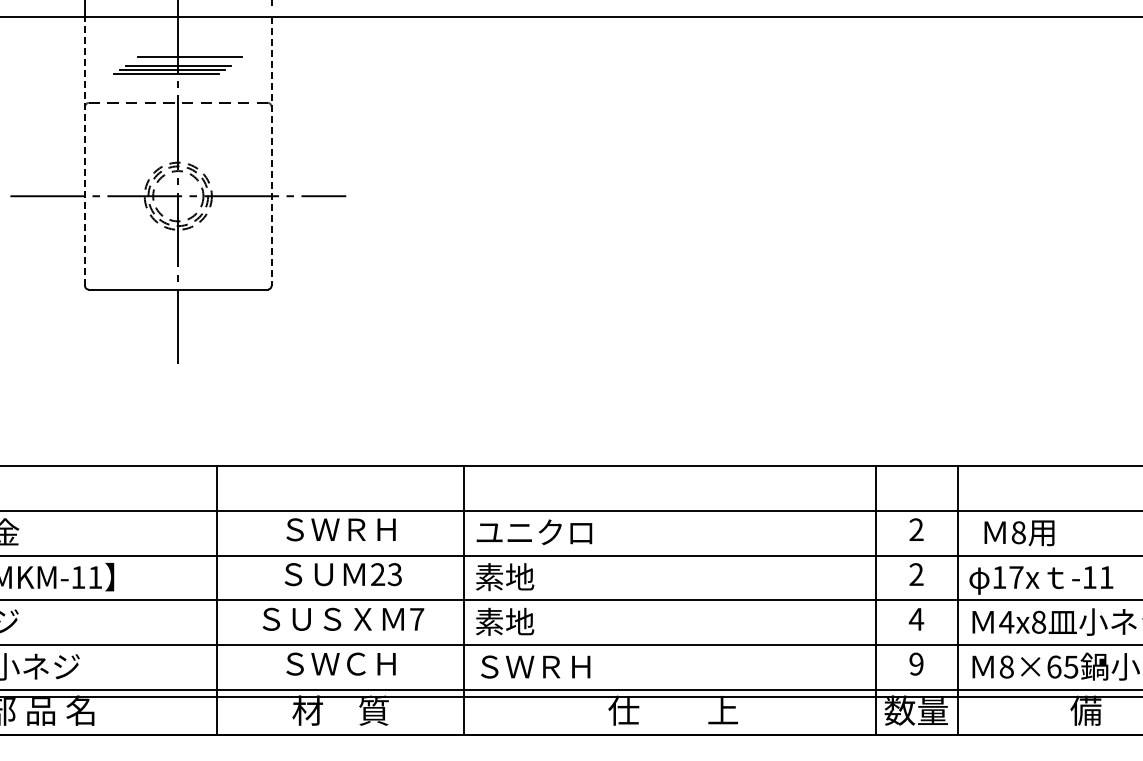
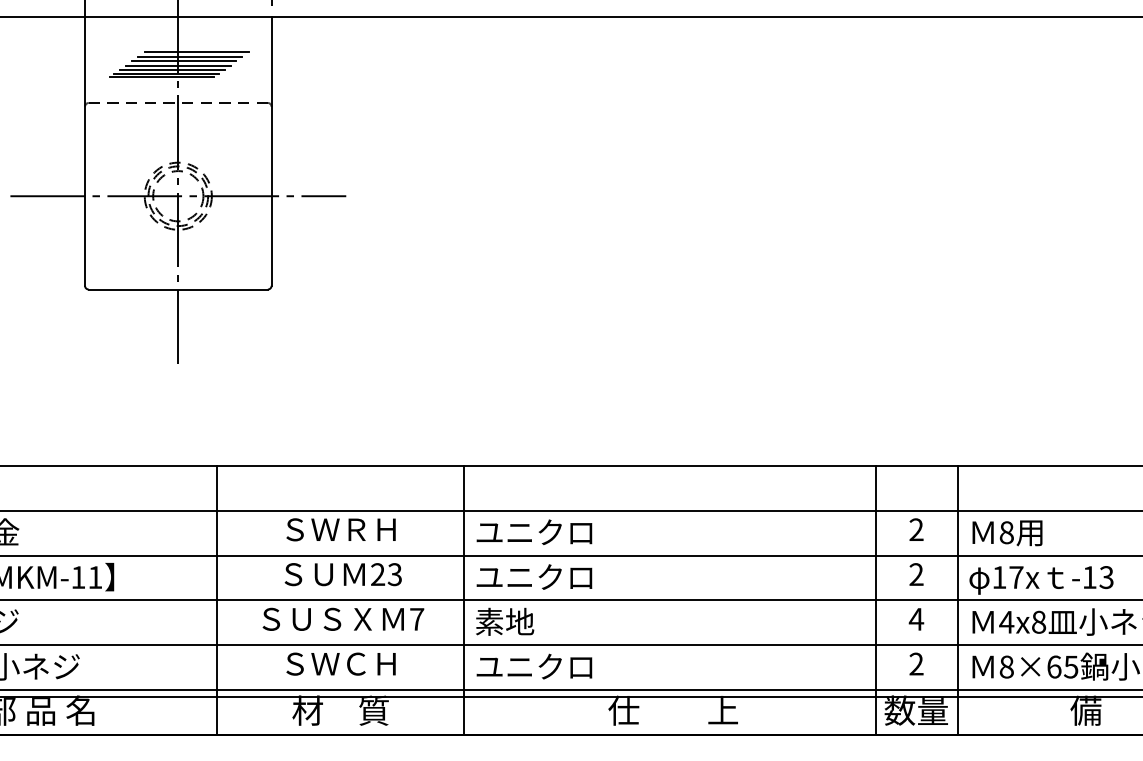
line at (196, 52): none -> present
line at (183, 61): none -> present
line at (161, 77): none -> present
line at (85, 150): dashed -> solid
line at (271, 151): dashed -> solid
text at (1019, 533) position: (1019, 533) -> (1007, 533)
text at (534, 577): 素地 -> ユニクロ
text at (1106, 577): -11 -> -13
text at (916, 664): 9 -> 2
text at (534, 666): ＳＷＲＨ -> ユニクロ
